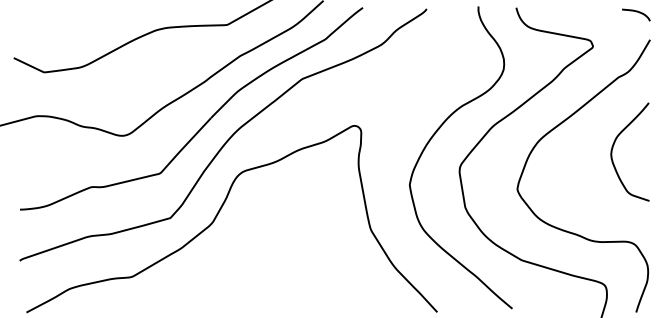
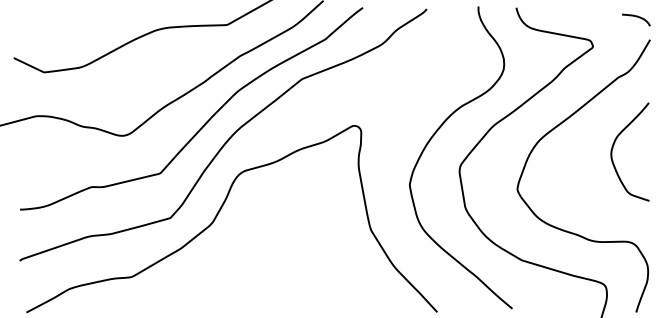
curve at (636, 12) position: (636, 12) -> (636, 17)
